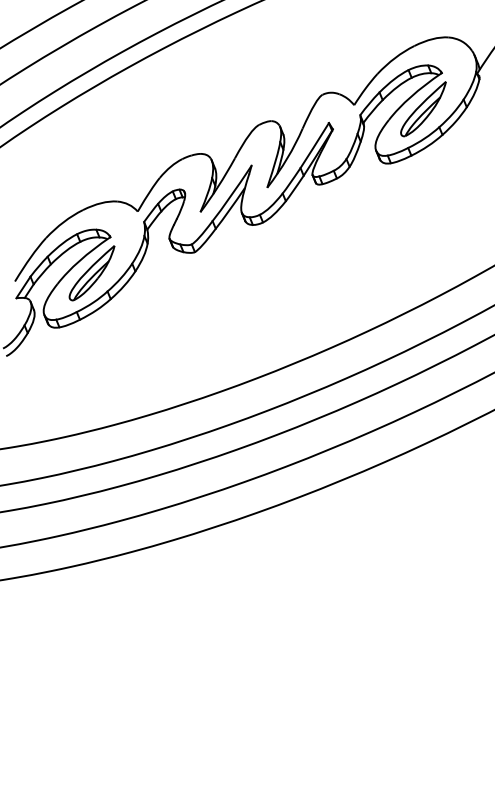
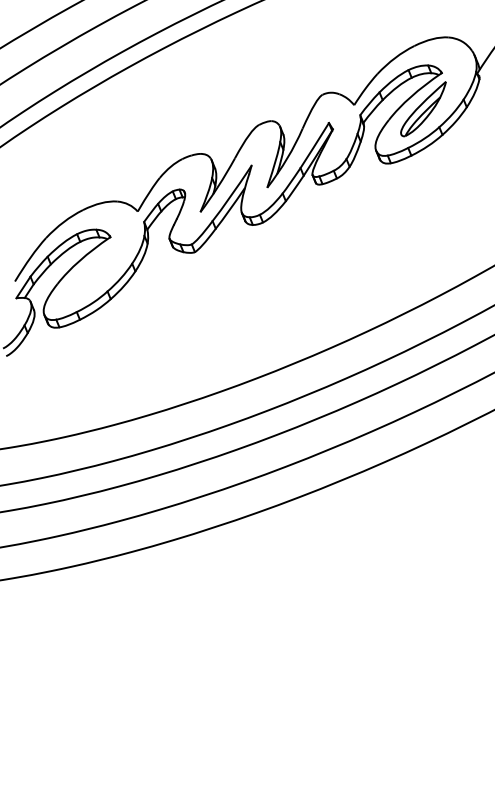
part at (91, 273): present -> none
